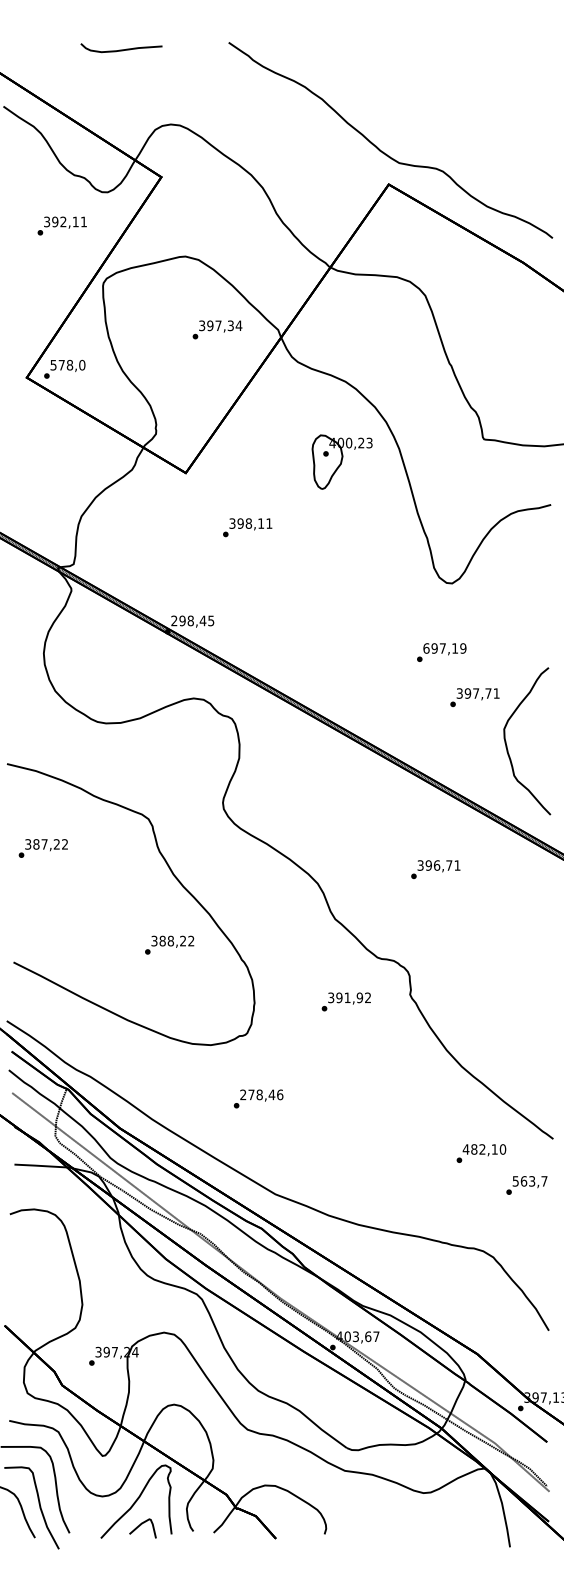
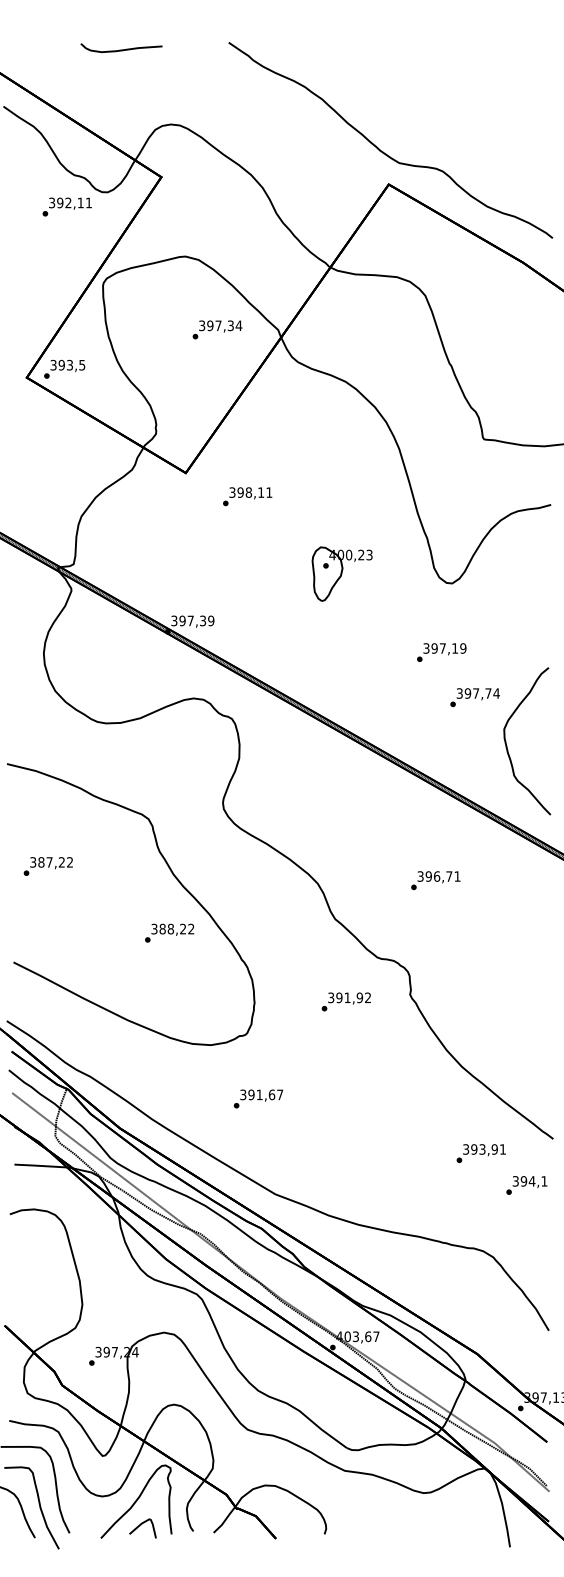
text at (61, 225) position: (61, 225) -> (66, 206)
text at (68, 364): 578,0 -> 393,5
part at (341, 461) position: (341, 461) -> (341, 573)
text at (247, 527) position: (247, 527) -> (247, 496)
text at (192, 620): 298,45 -> 397,39
text at (426, 648): 697,19 -> 397,19
text at (496, 693): 397,71 -> 397,74
text at (42, 848) position: (42, 848) -> (47, 866)
text at (435, 869) position: (435, 869) -> (435, 880)
text at (169, 944) position: (169, 944) -> (169, 932)
text at (261, 1094): 278,46 -> 391,67
text at (484, 1149): 482,10 -> 393,91
text at (530, 1181): 563,7 -> 394,1
